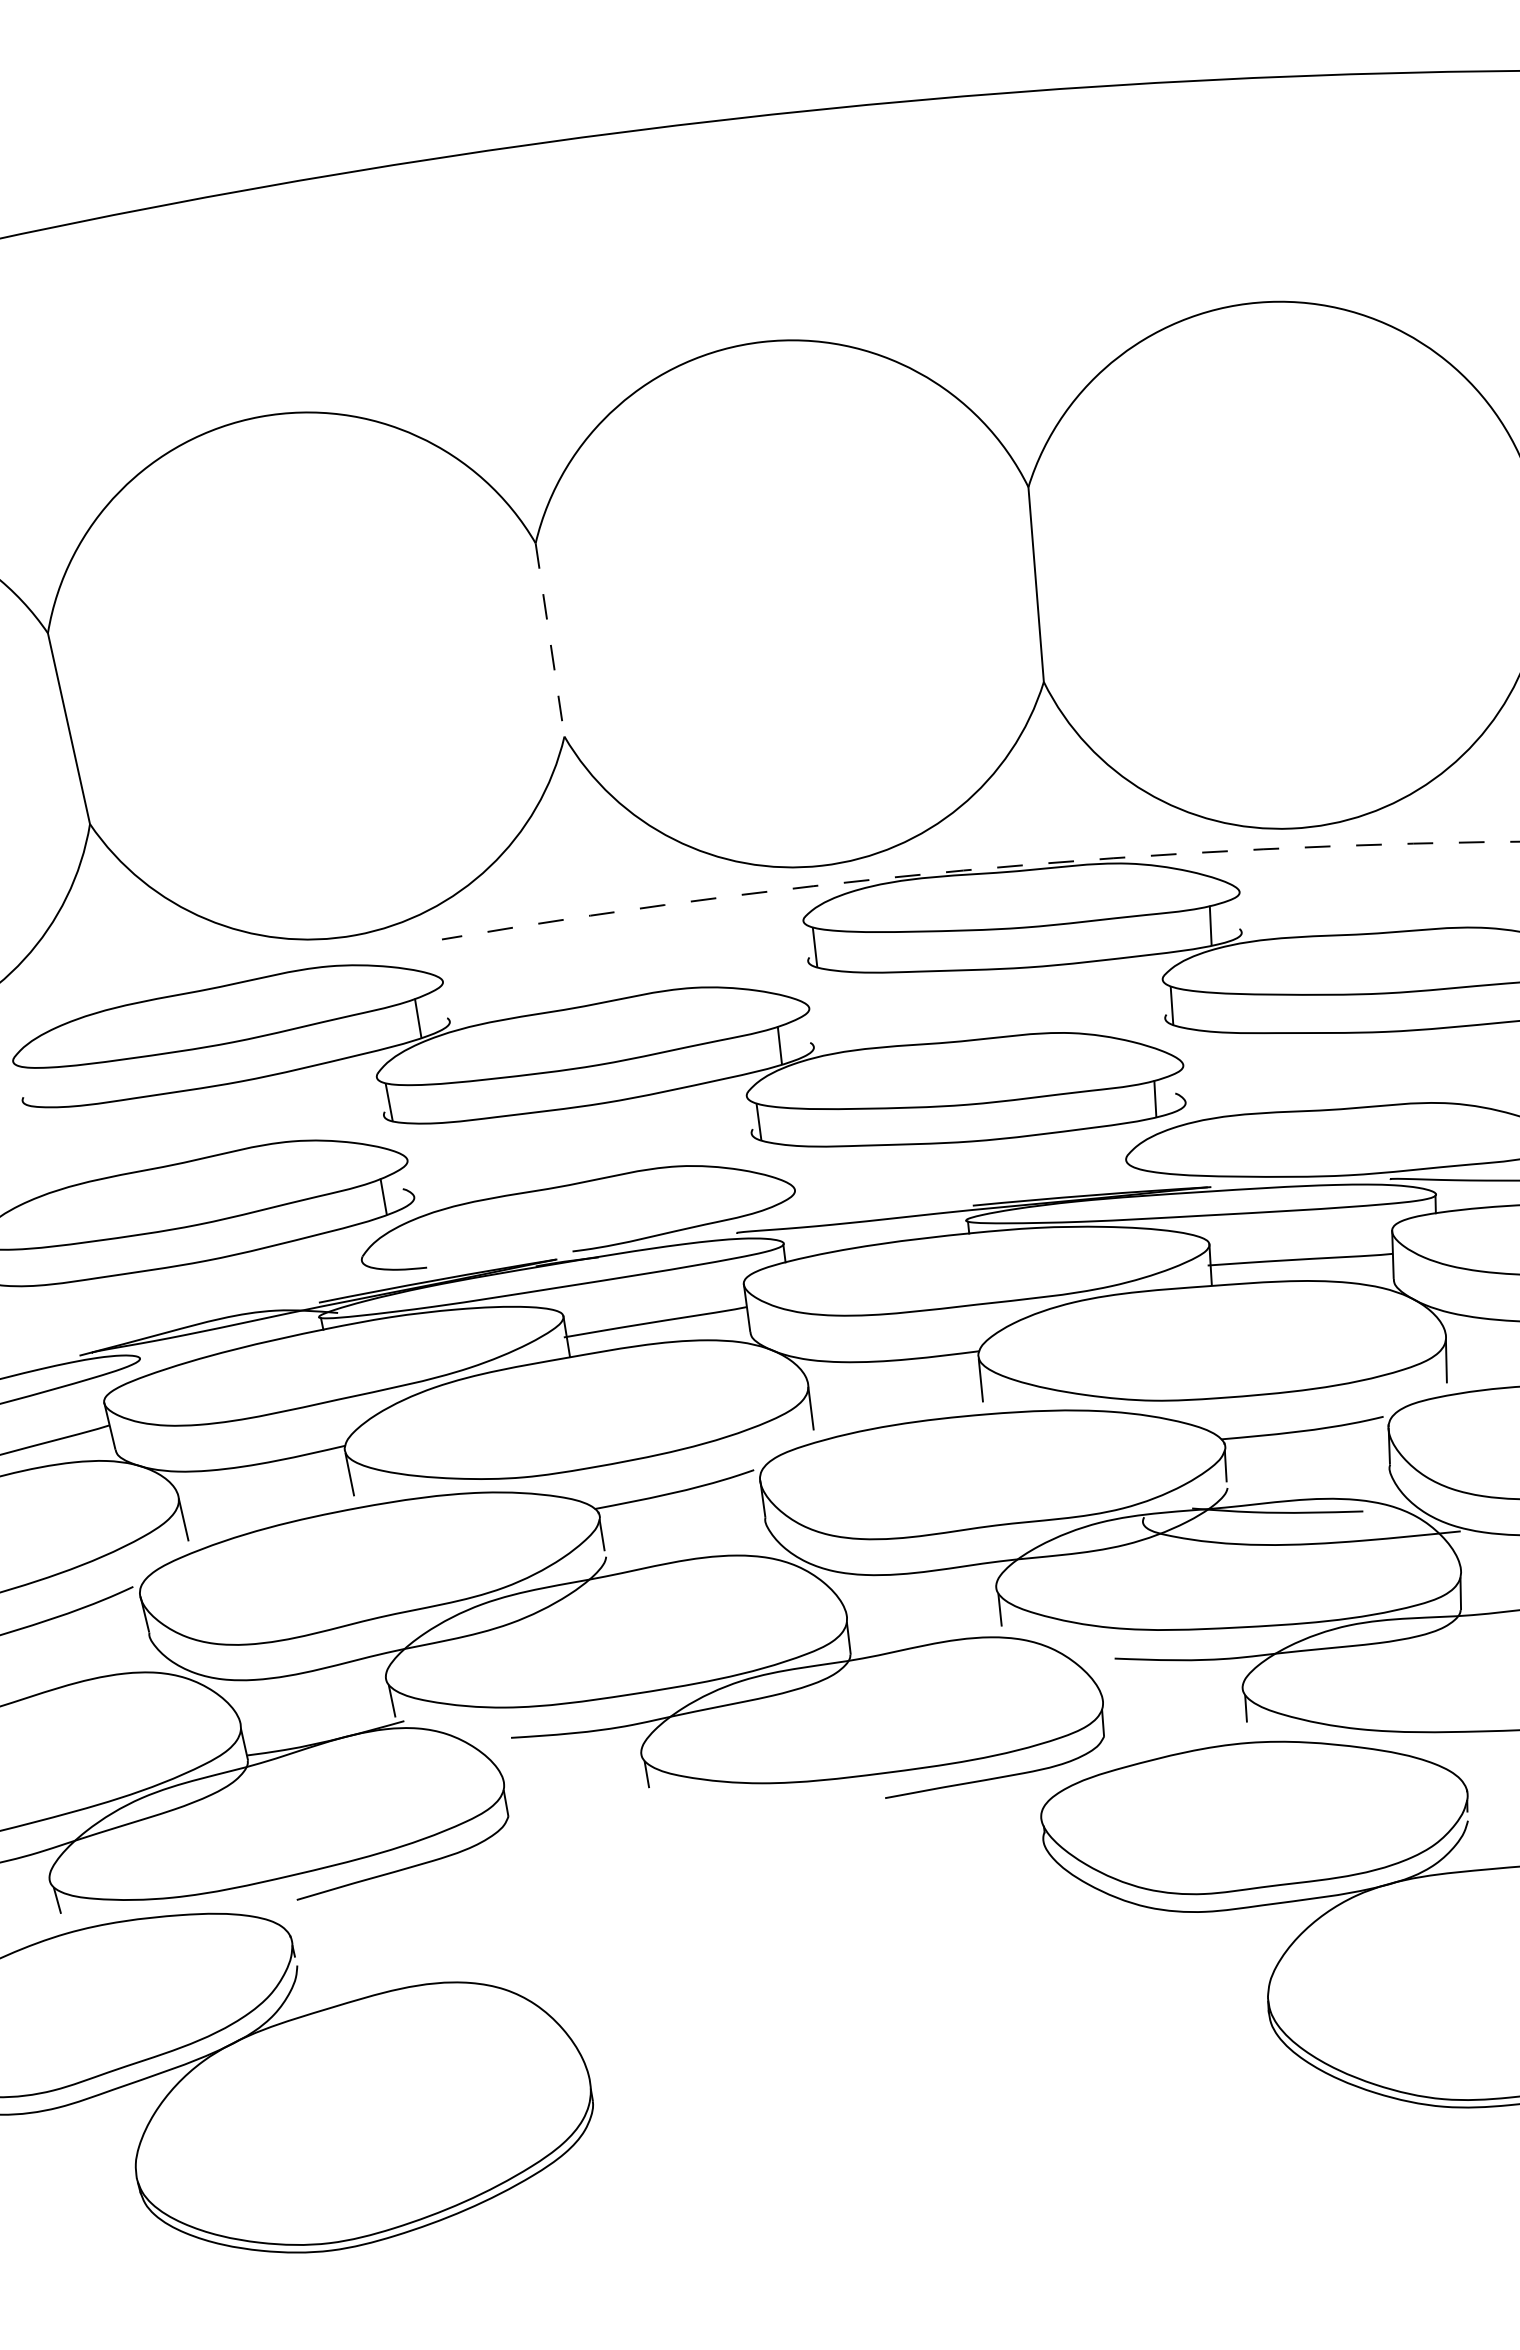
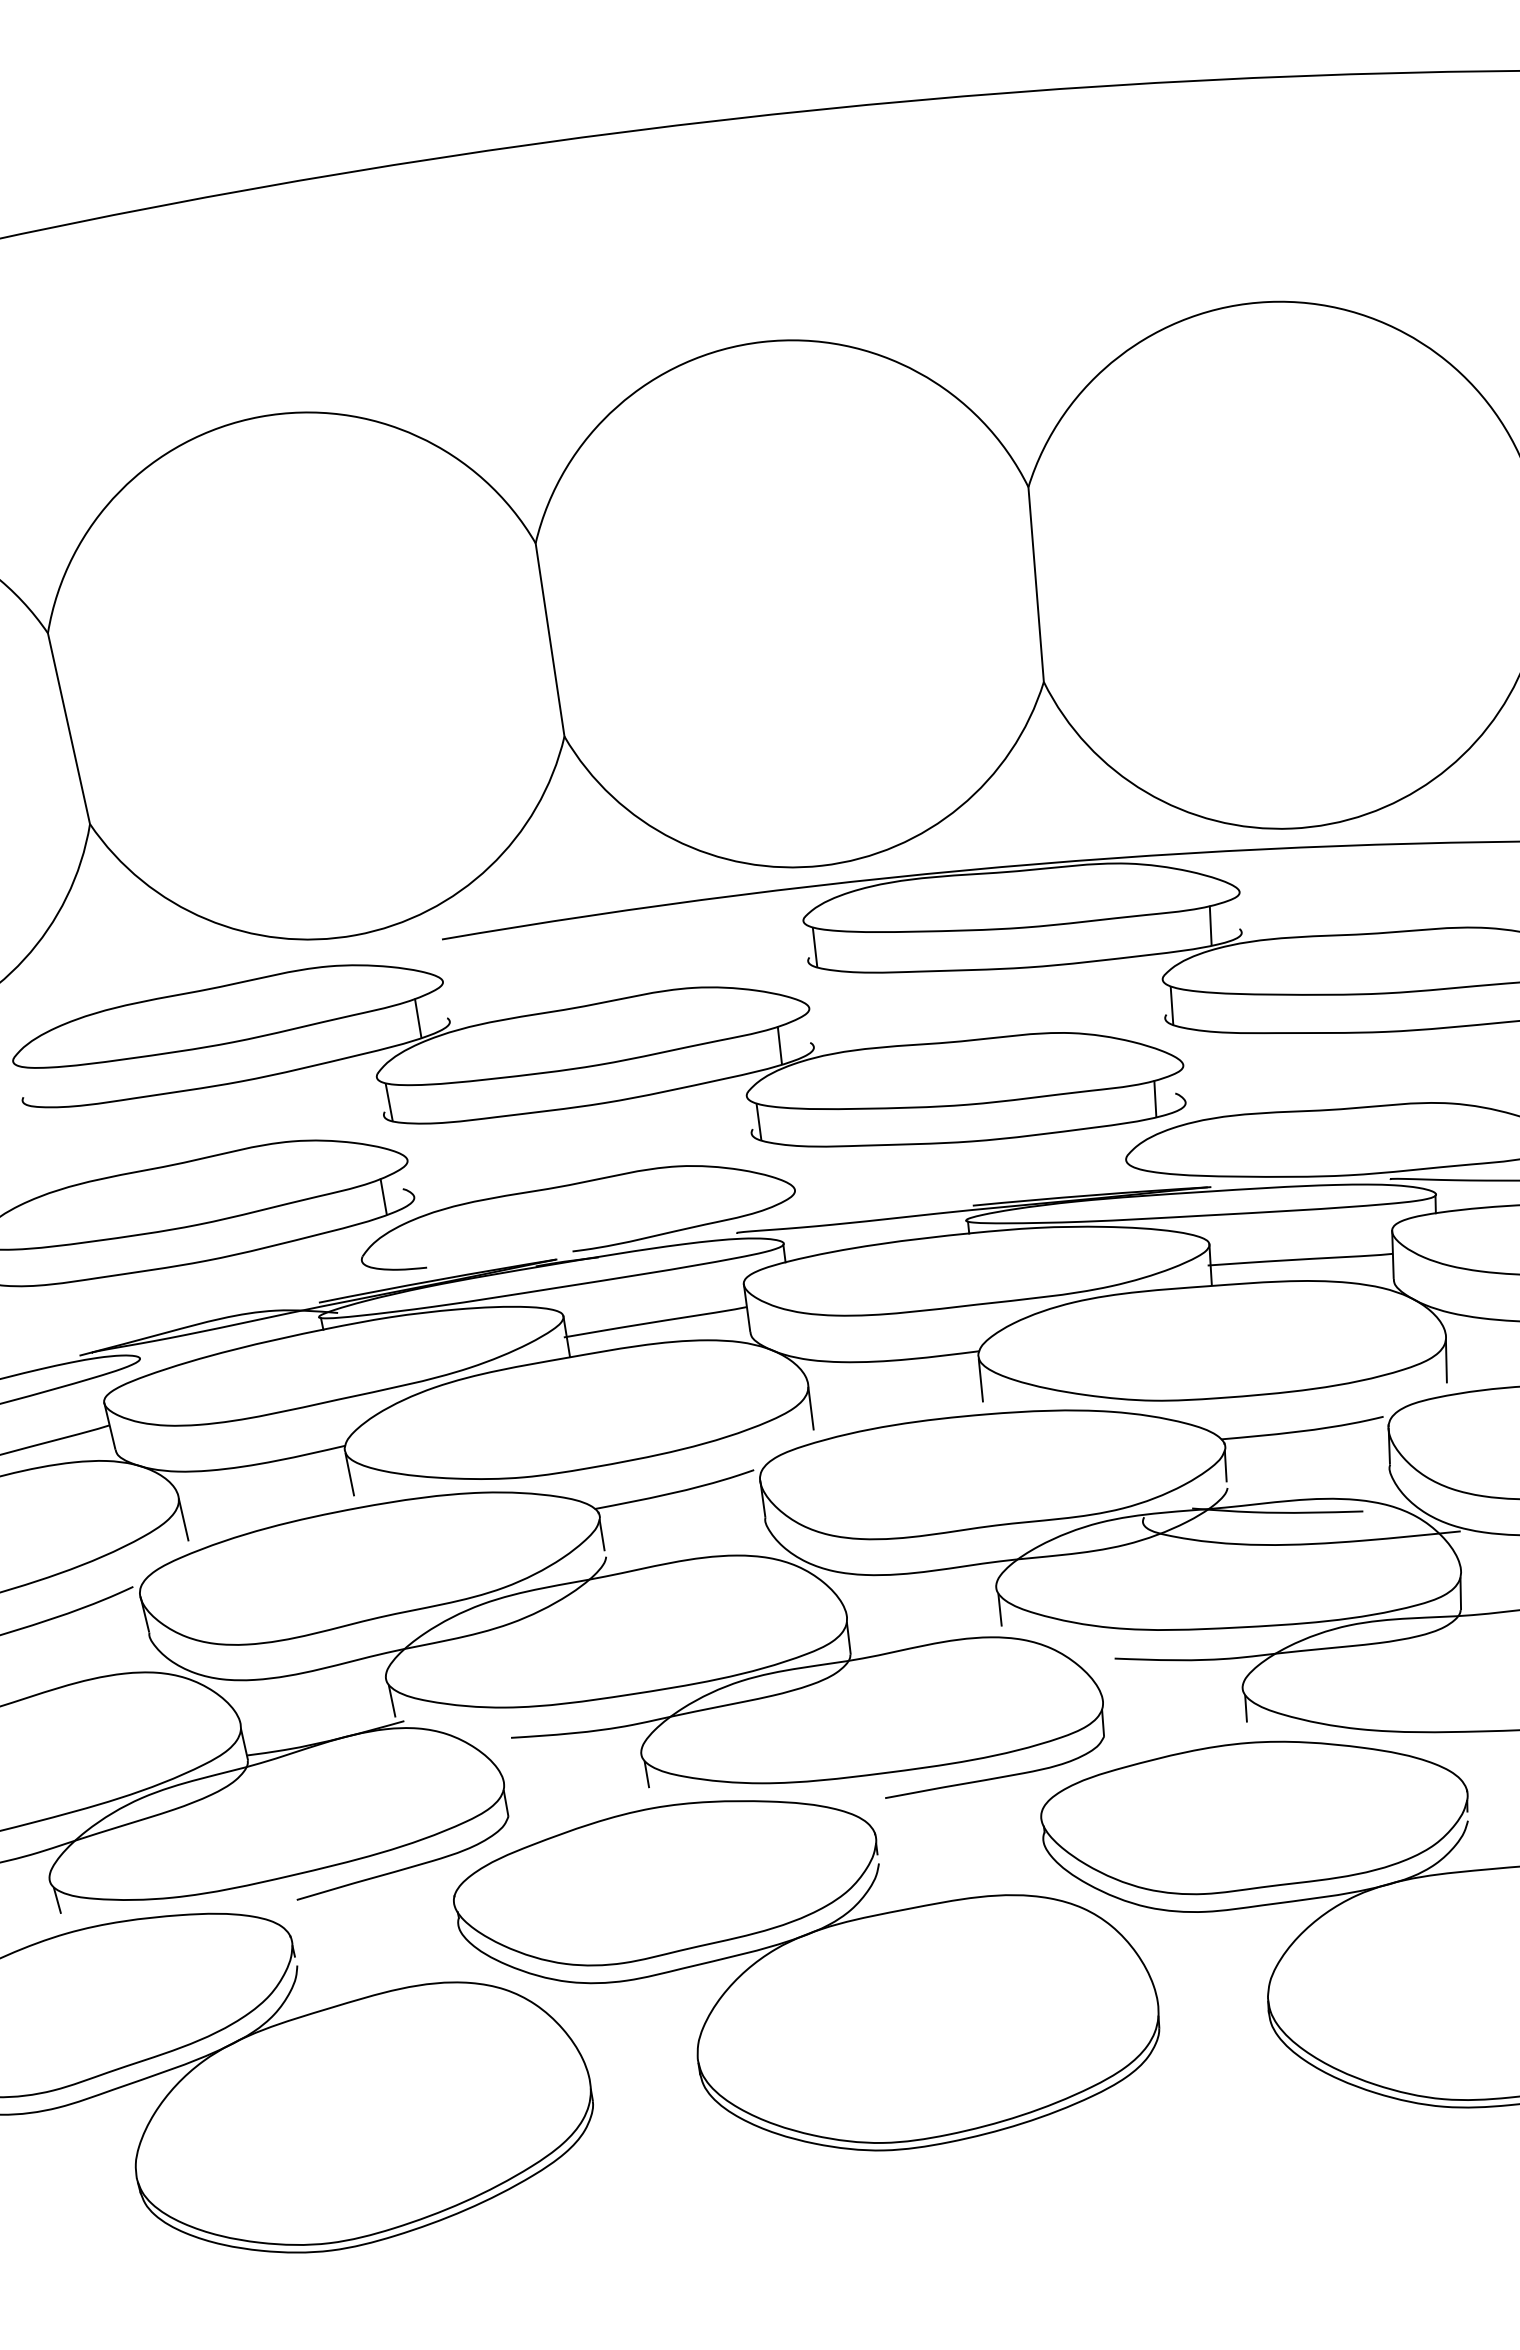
line at (550, 639): dashed -> solid
arc at (979, 869): dashed -> solid
part at (806, 1975): none -> present
